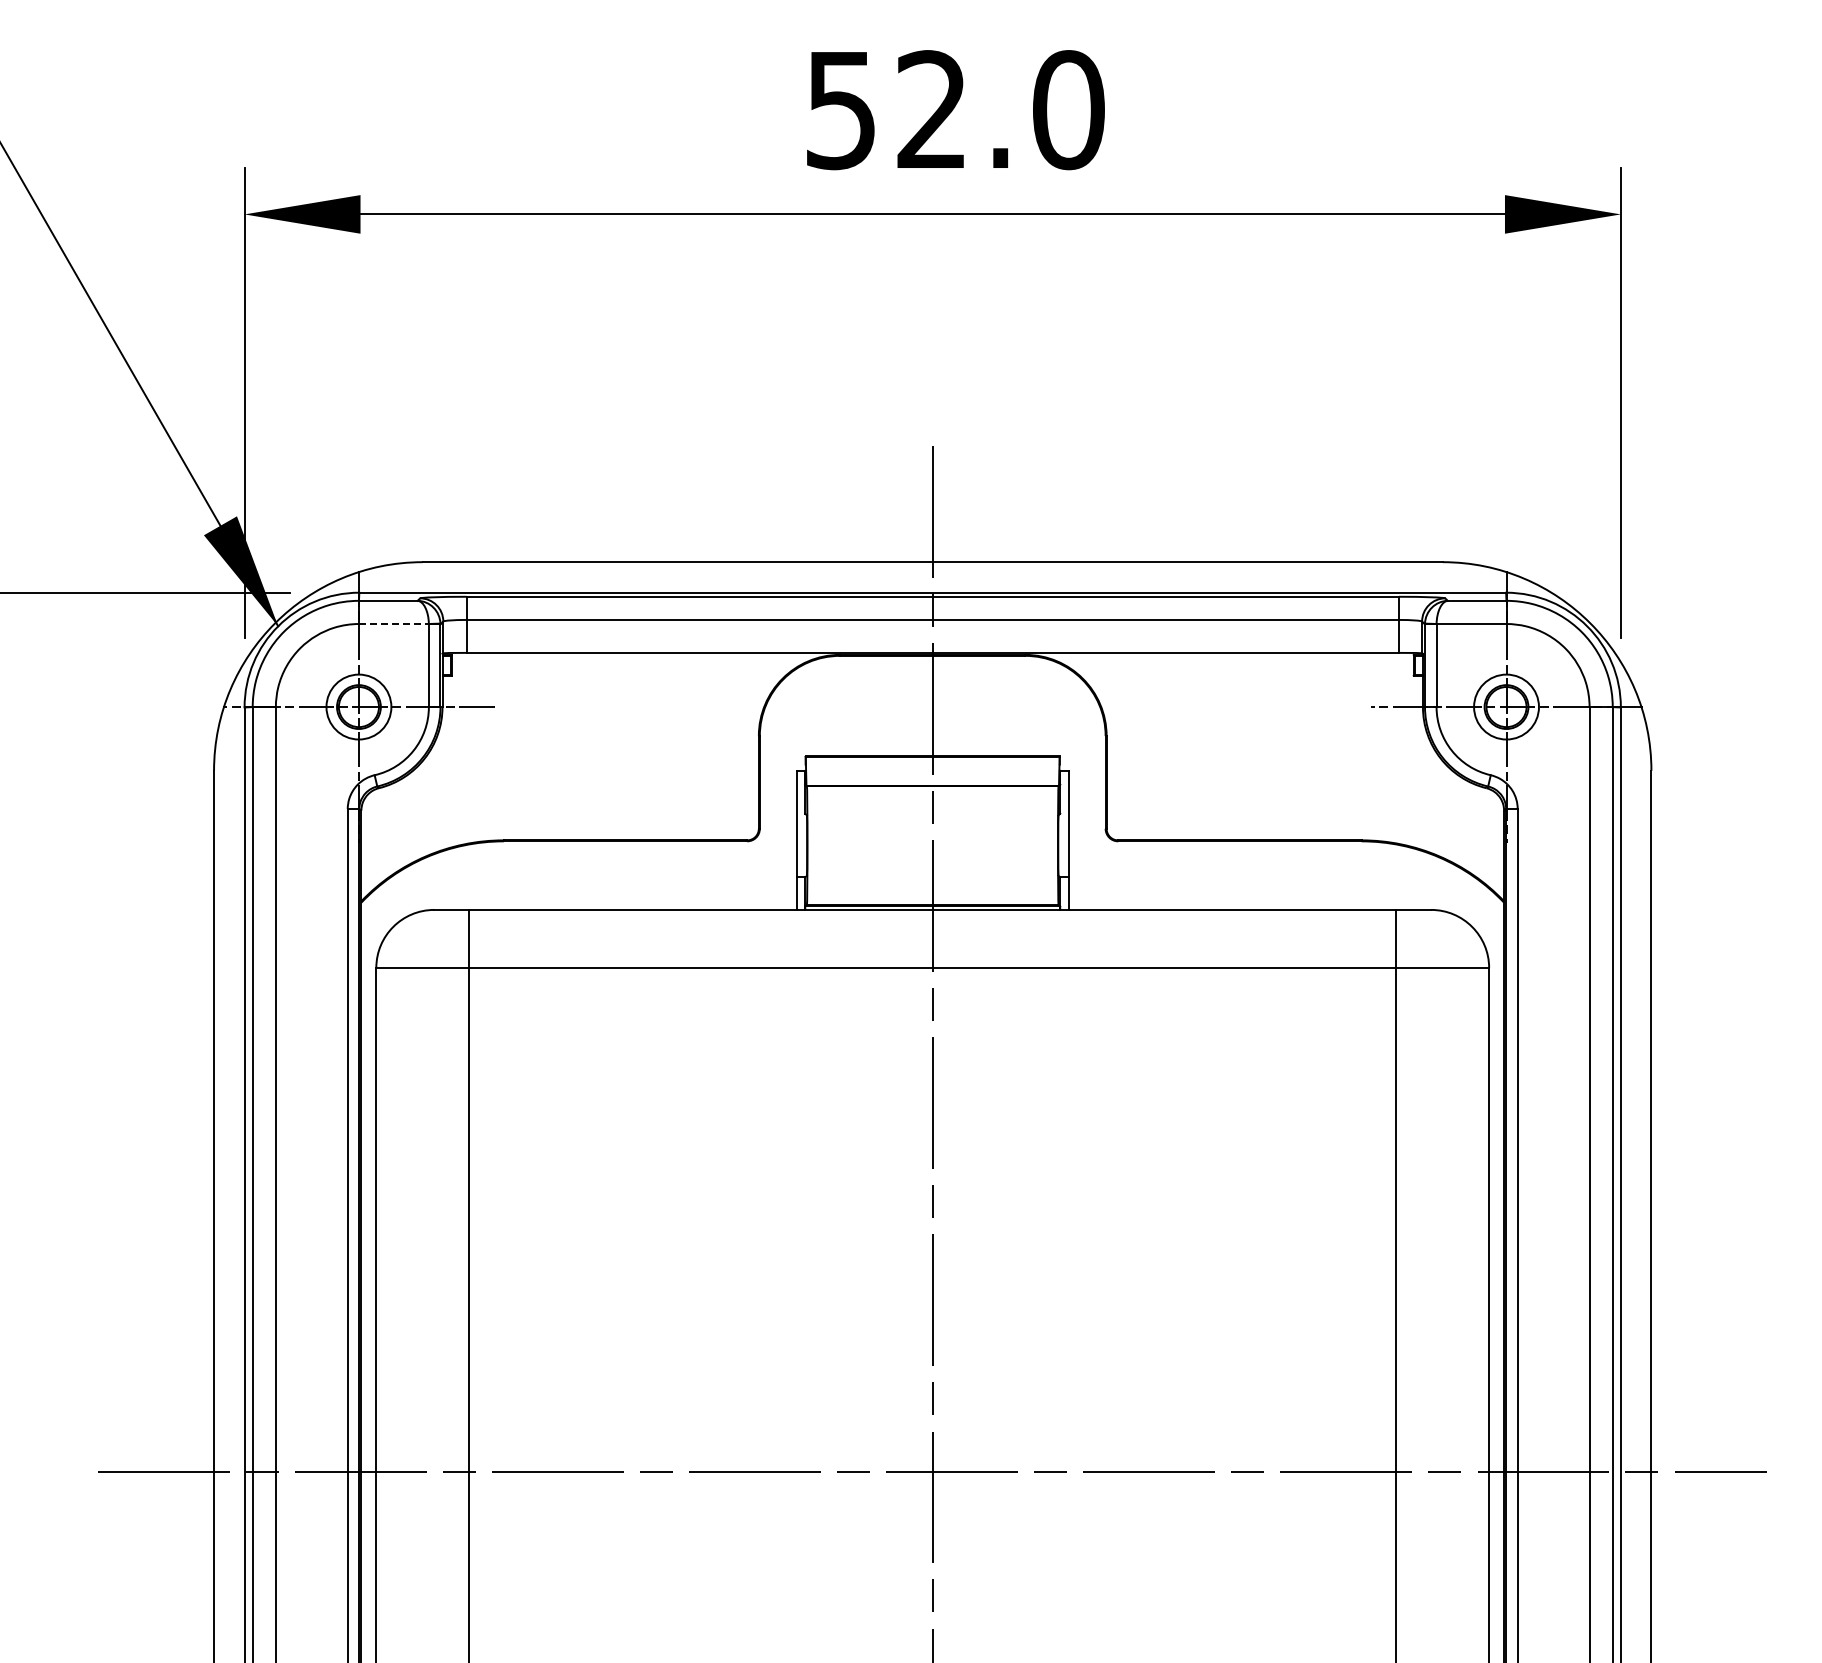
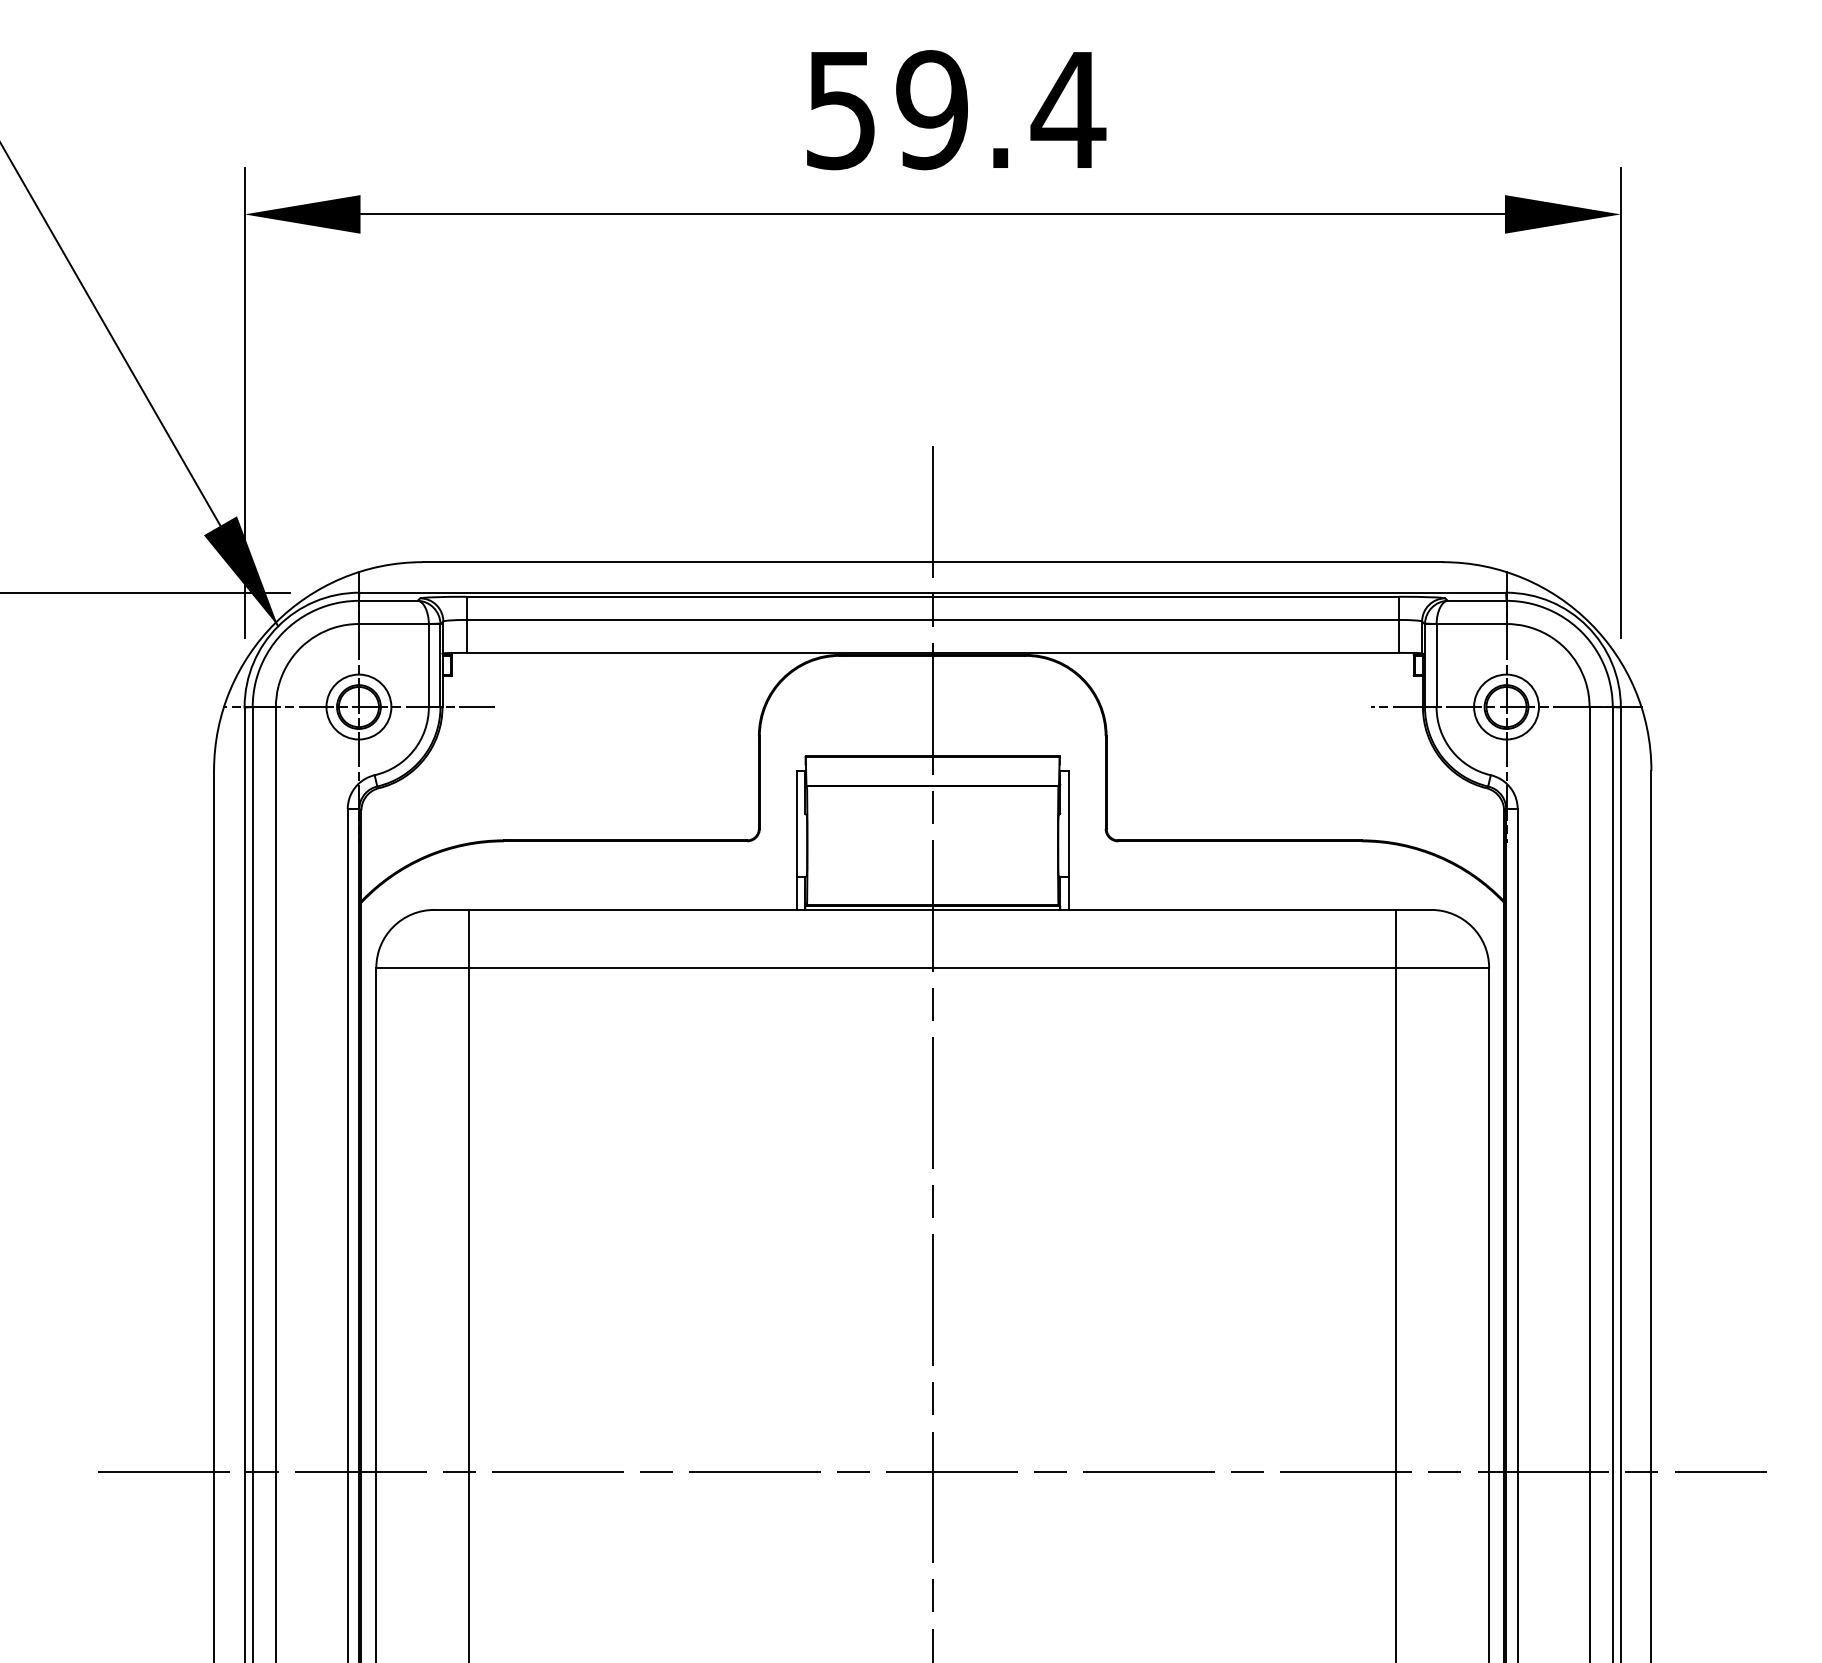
text at (1001, 110): 52.0 -> 59.4
line at (393, 624): dashed -> solid
